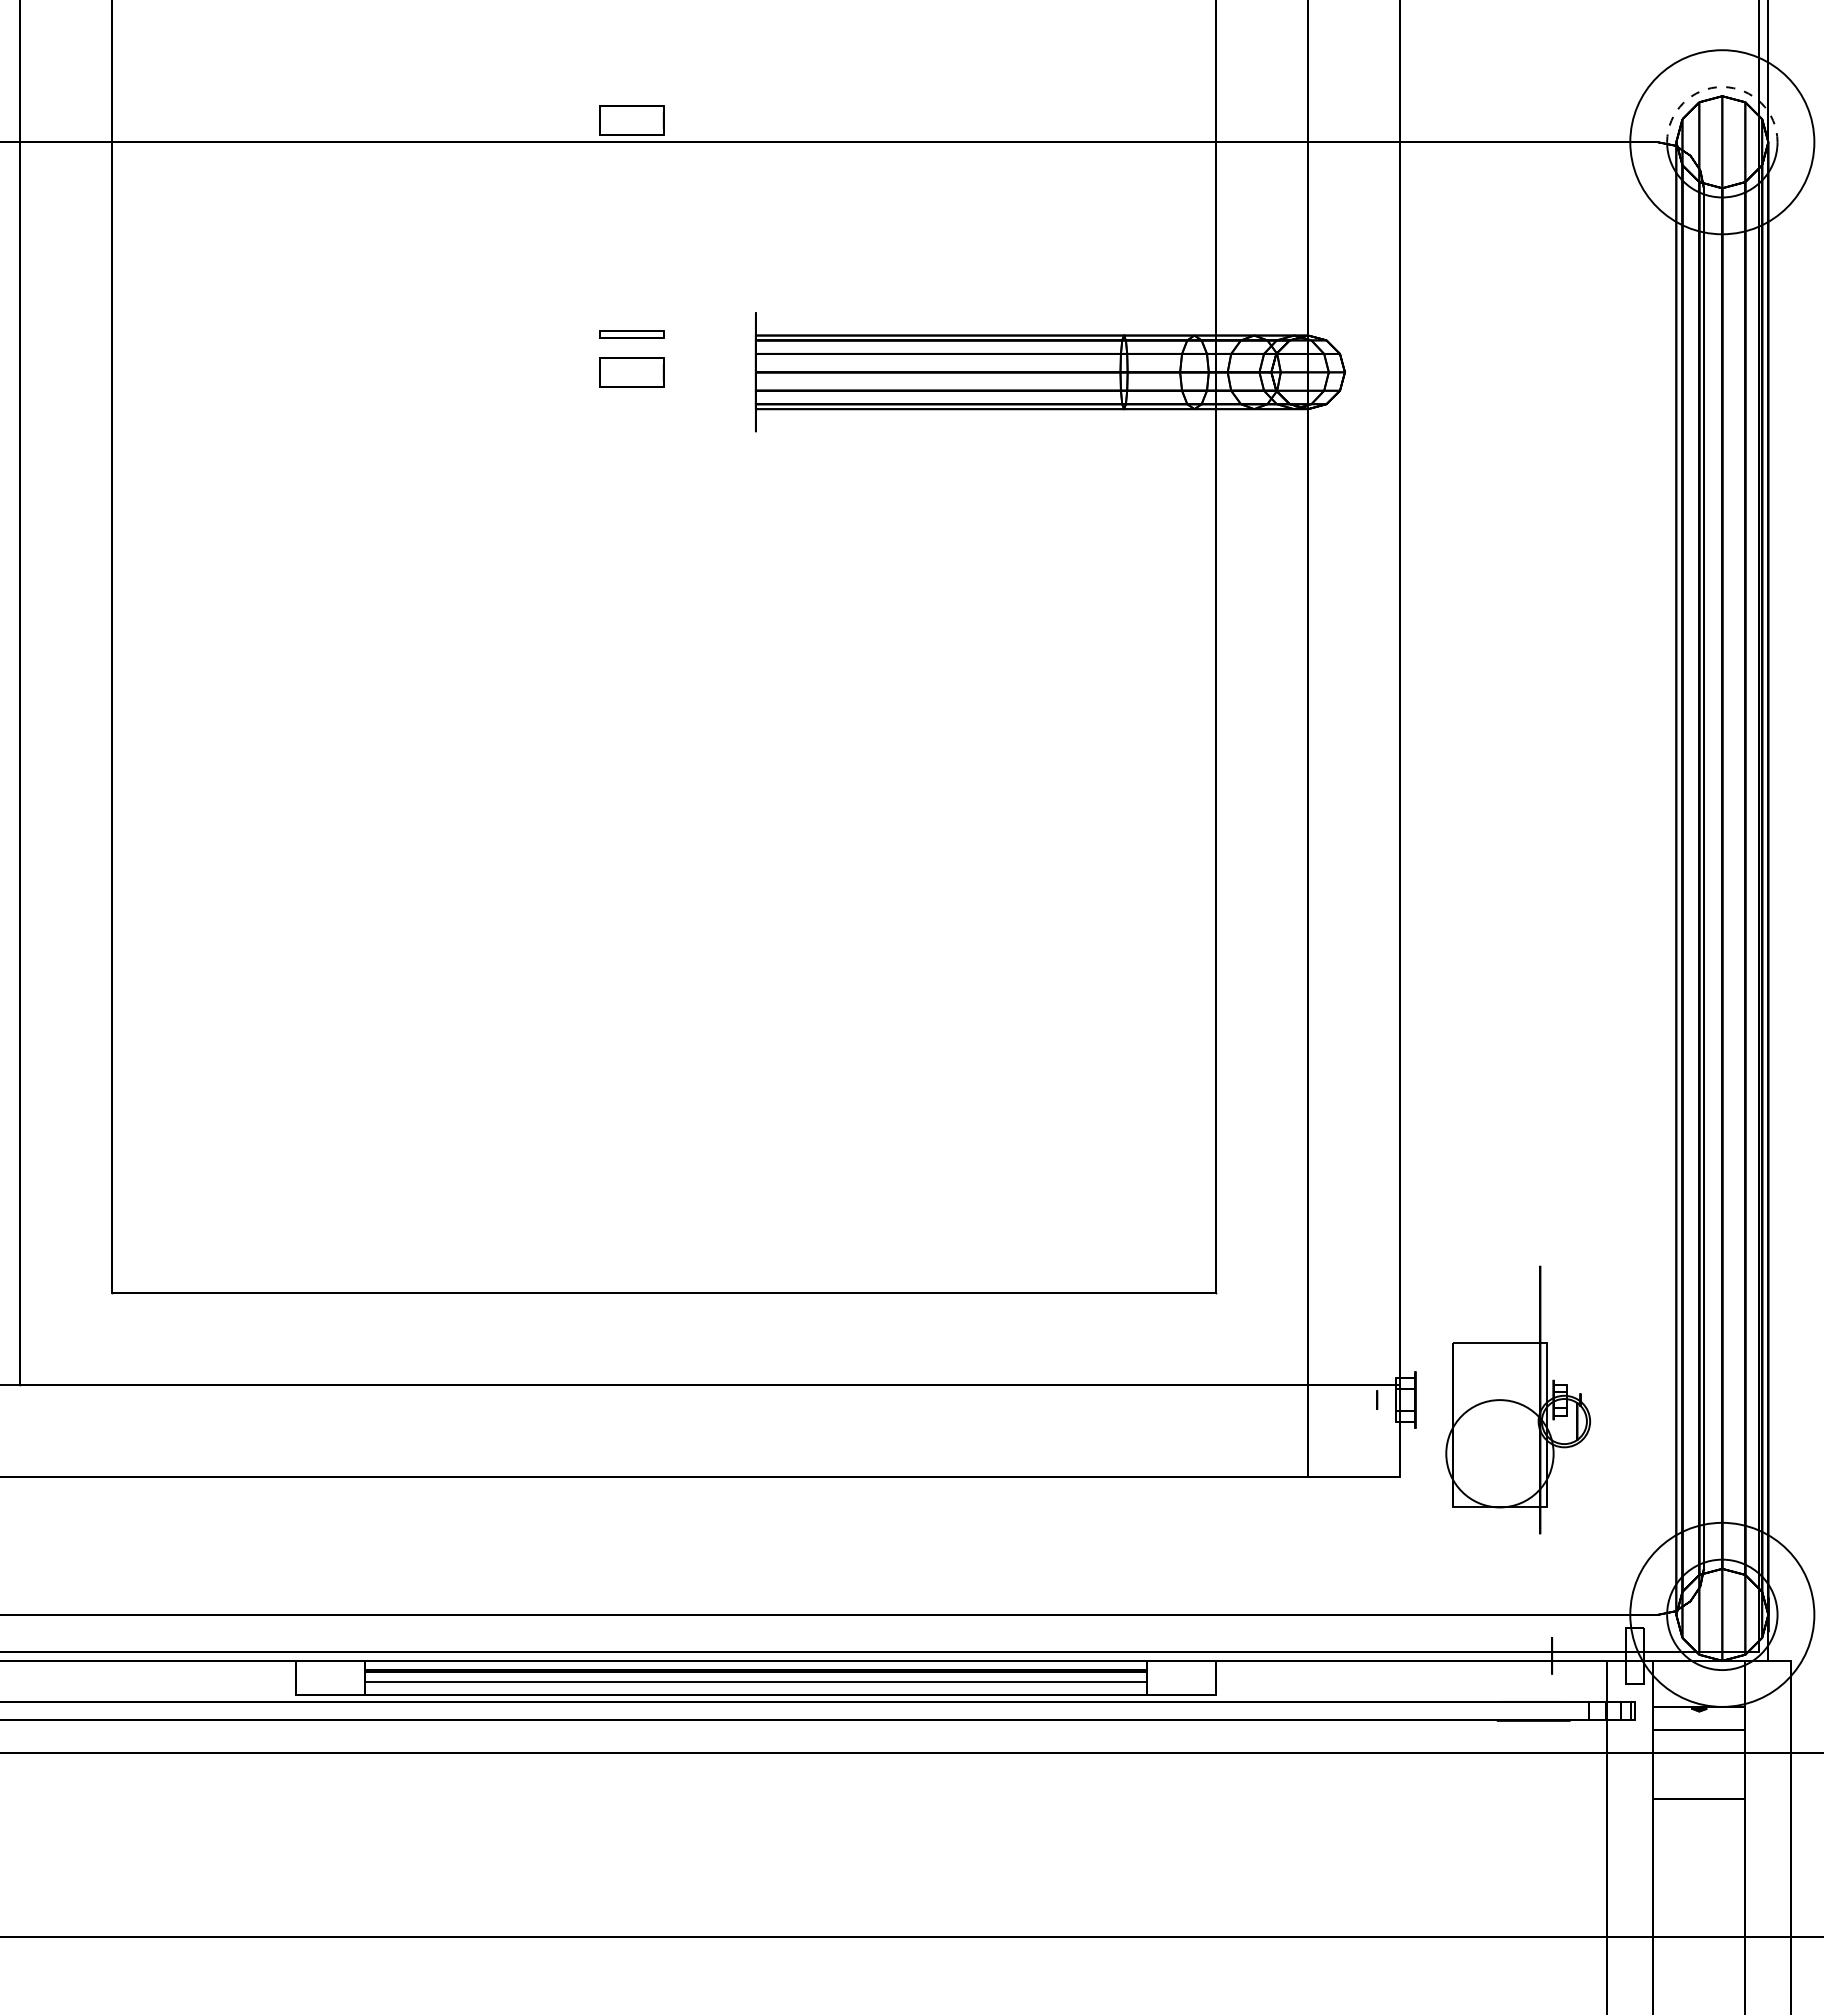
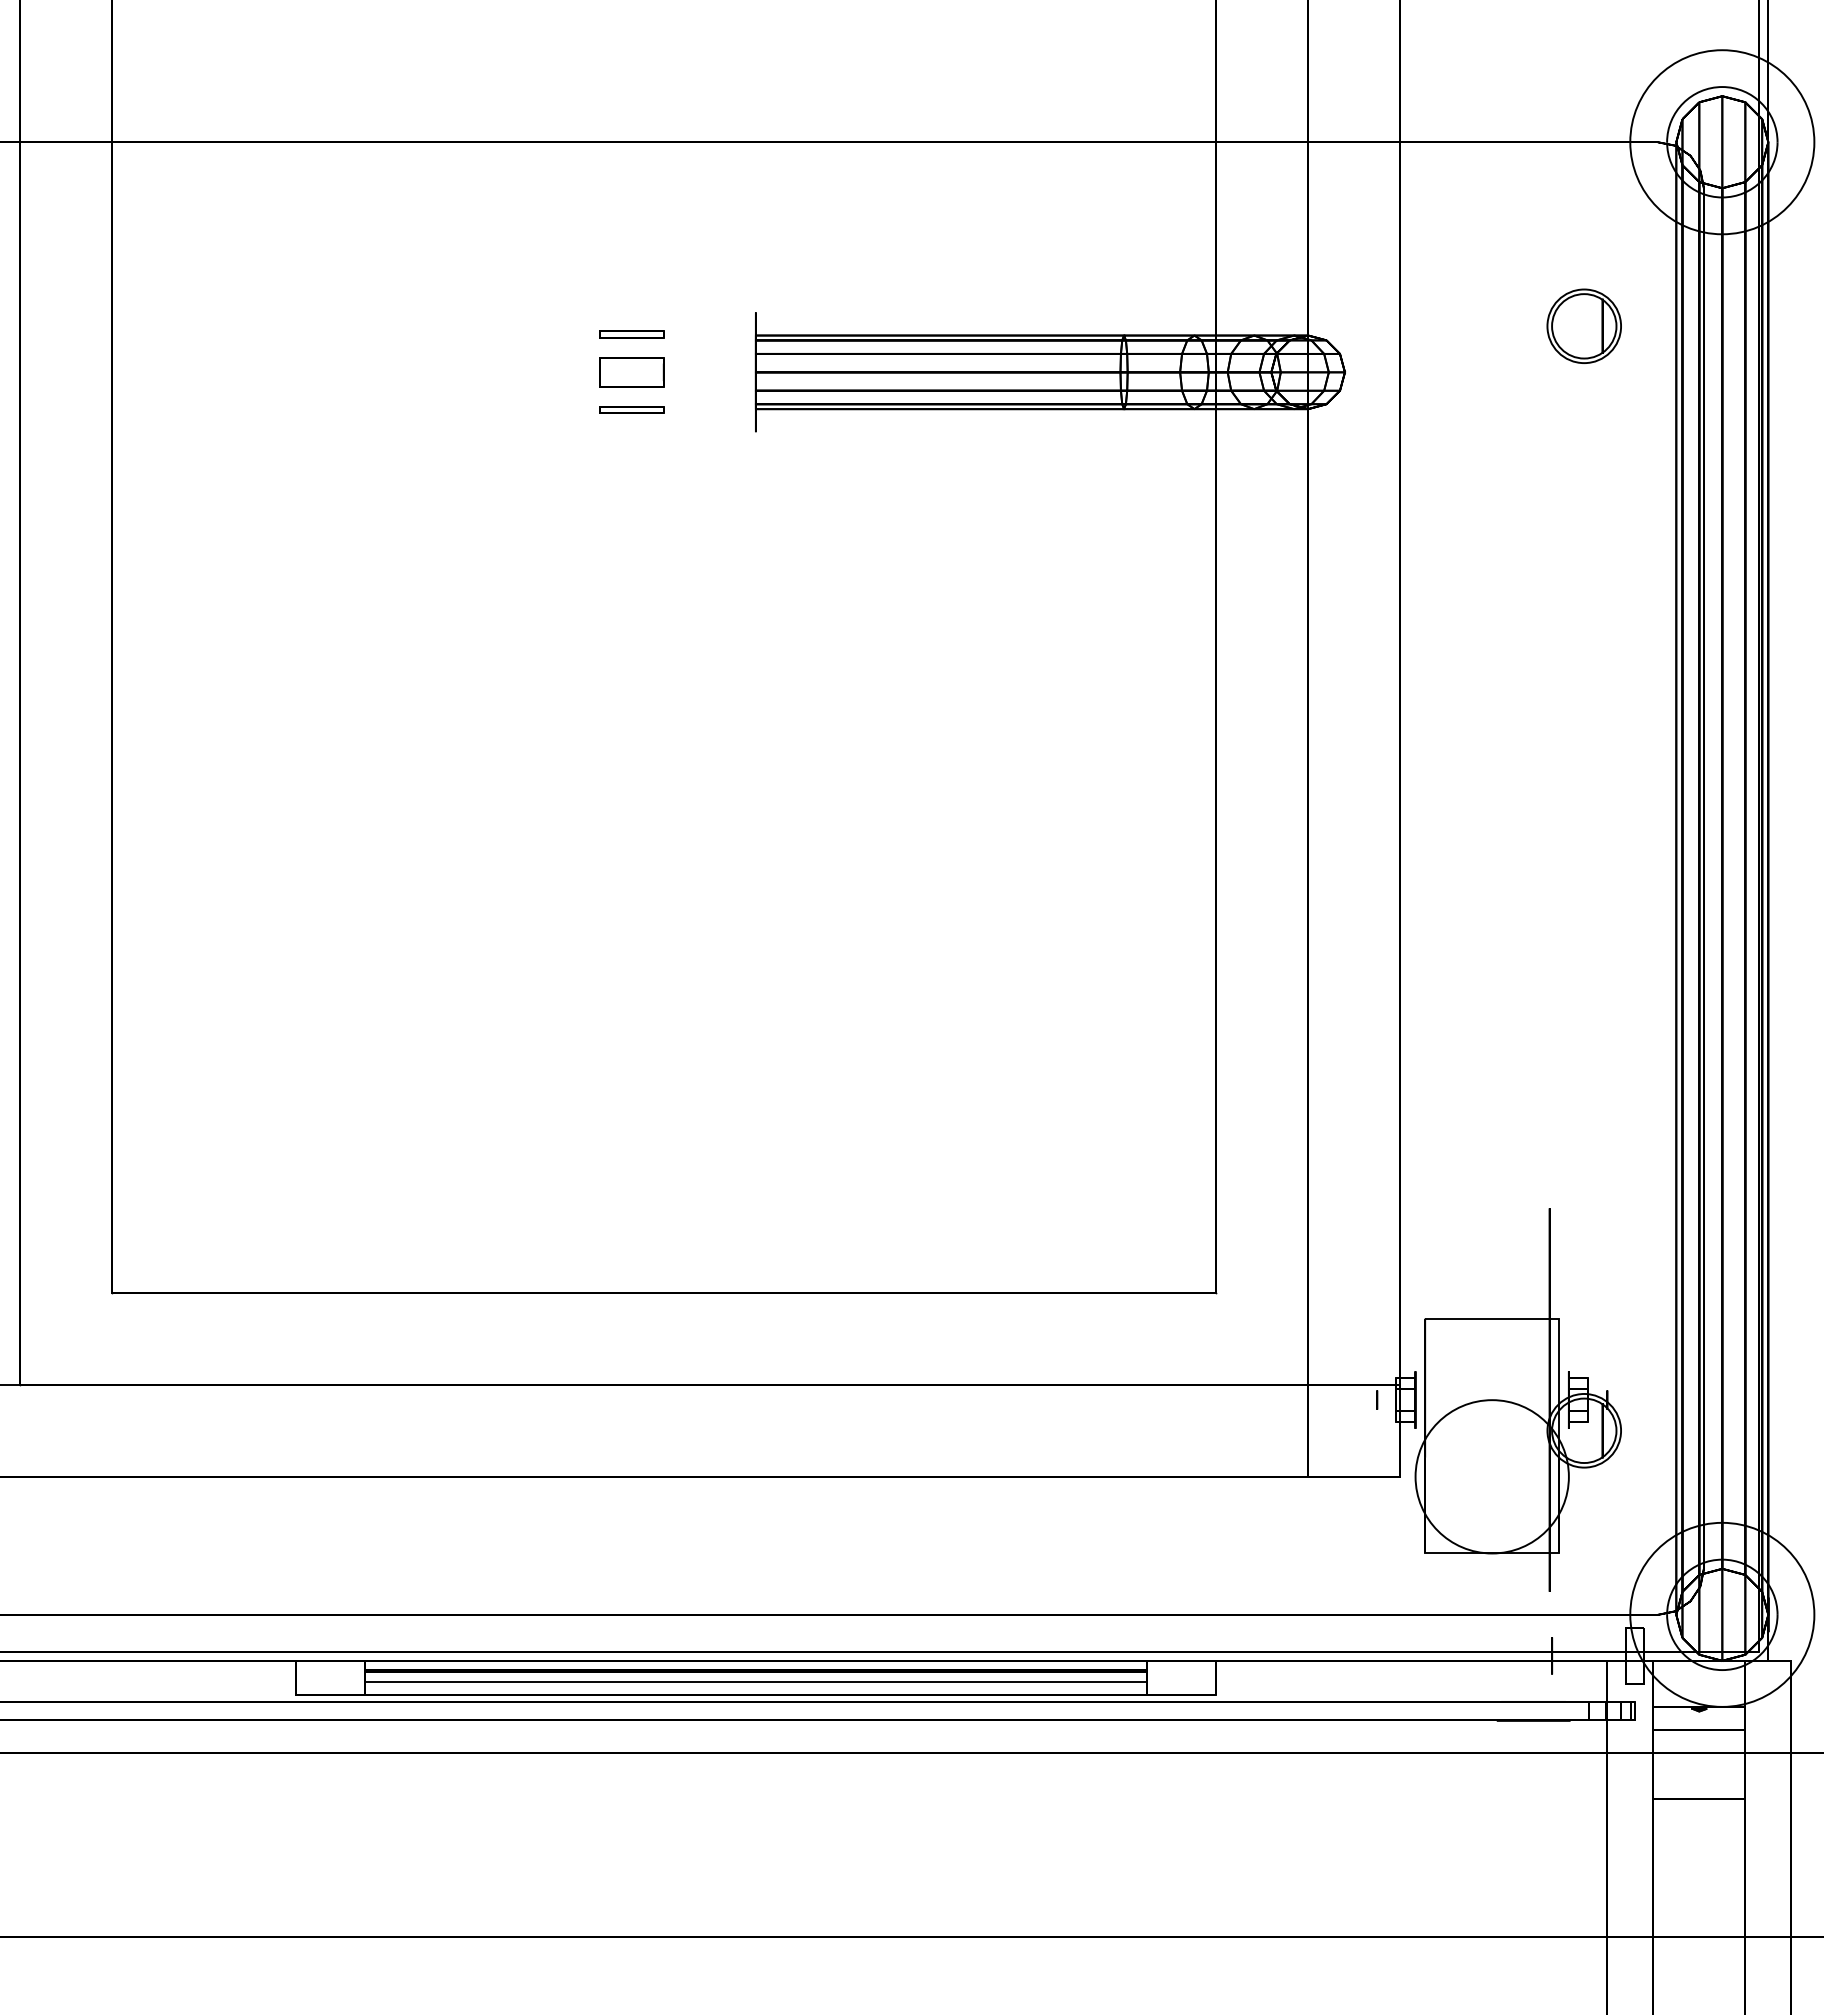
arc at (1722, 87): dashed -> solid
part at (631, 120): present -> none
part at (1583, 325): none -> present
part at (631, 409): none -> present
part at (1517, 1399) size: 146x270 px -> 208x384 px
